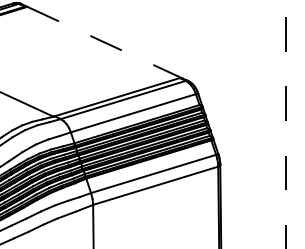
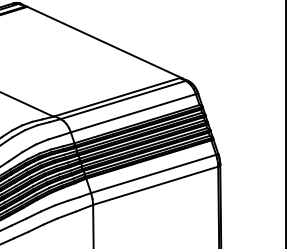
line at (105, 42): dashed -> solid
line at (286, 124): dashed -> solid
